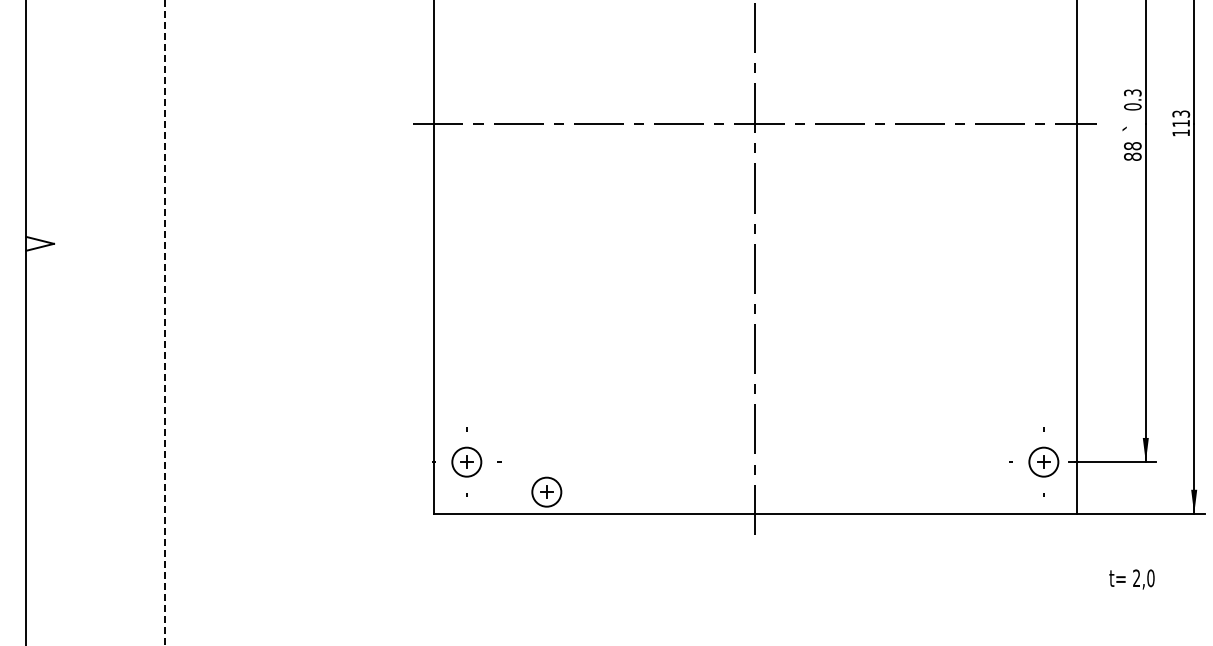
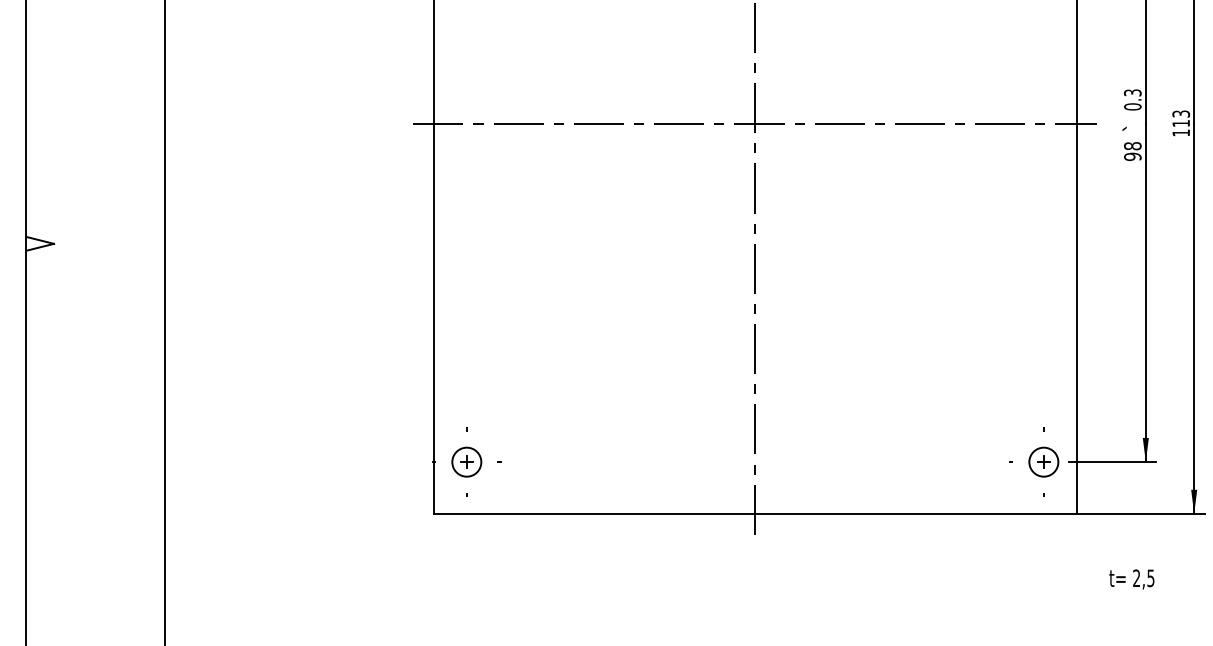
text at (1132, 156): 88 -> 98
line at (164, 323): dashed -> solid
part at (546, 491): present -> none
text at (1150, 578): 2,0 -> 2,5
